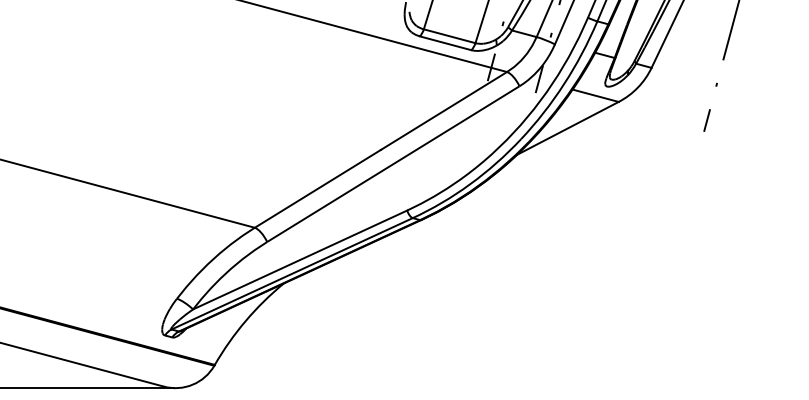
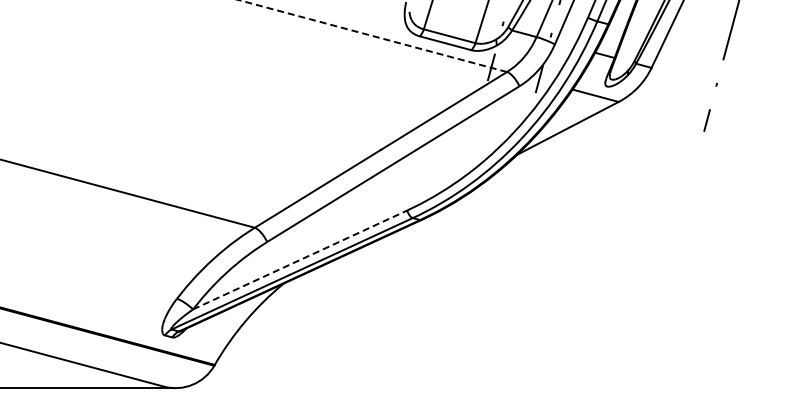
line at (372, 36): solid -> dashed
line at (300, 260): solid -> dashed
